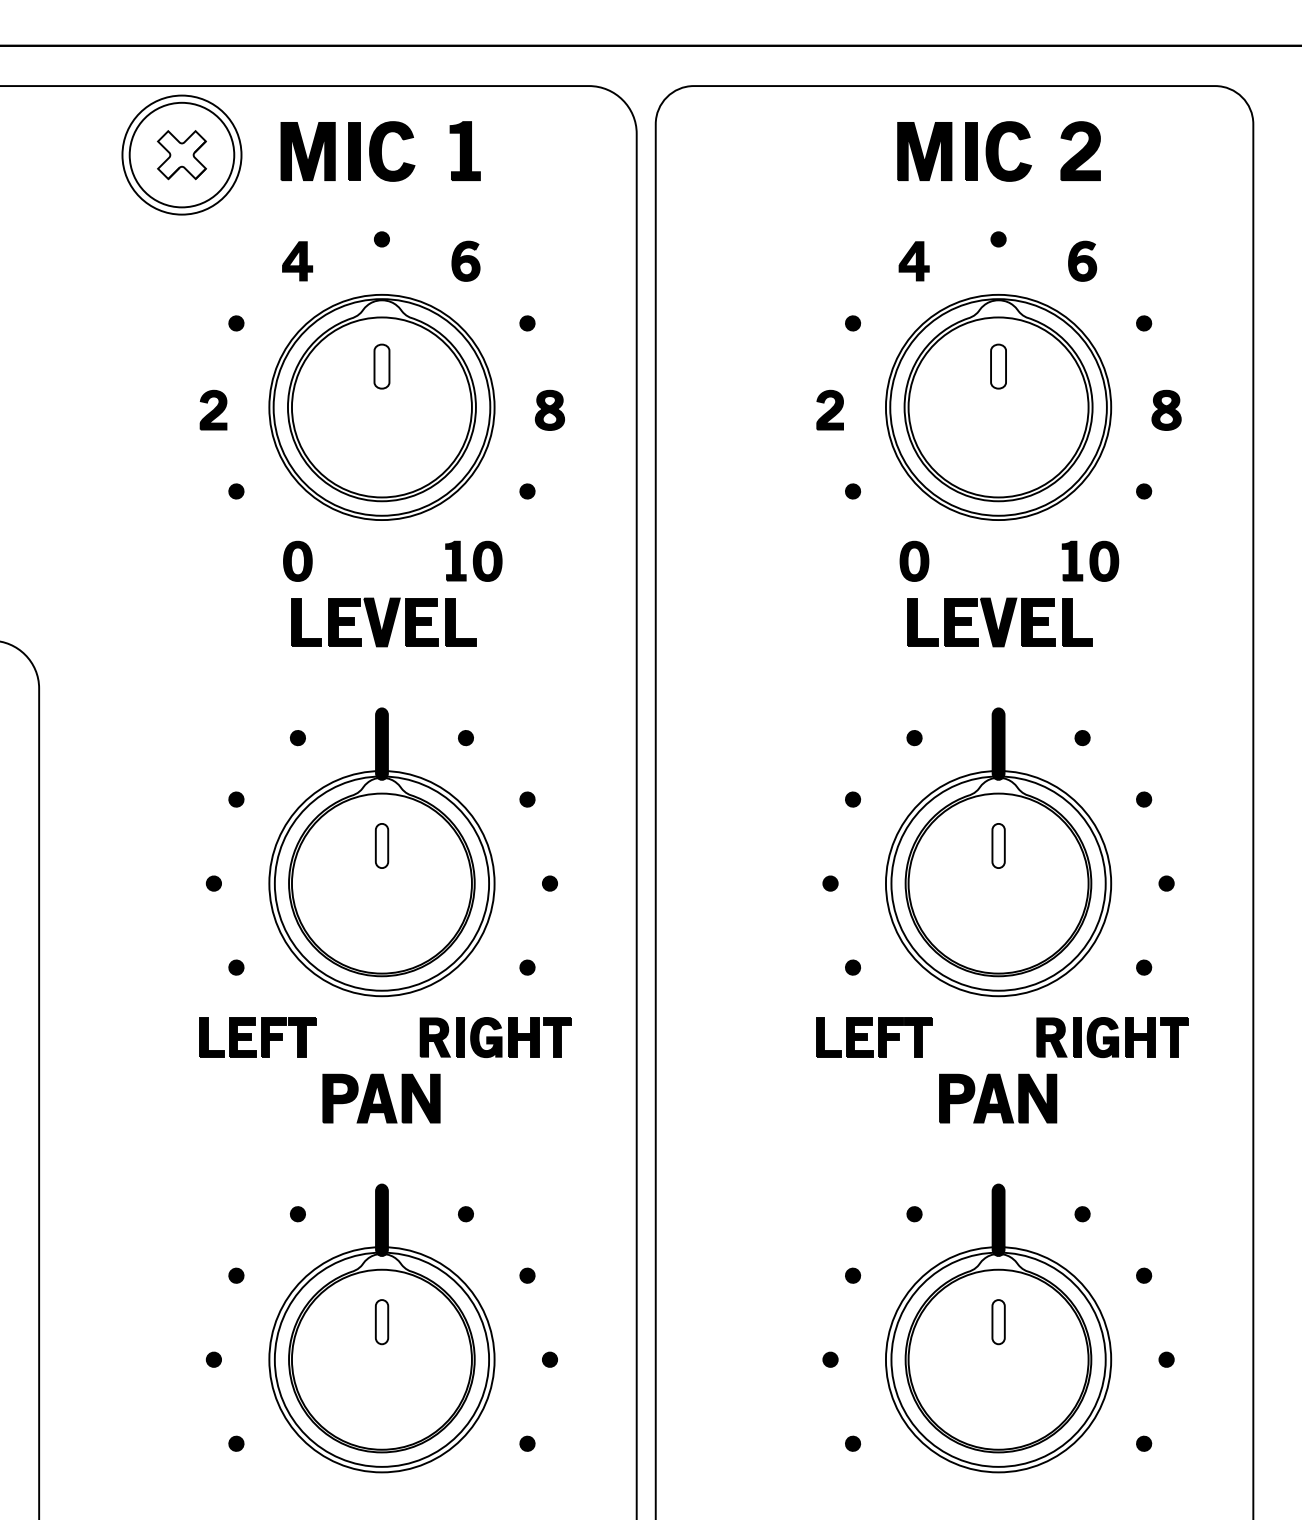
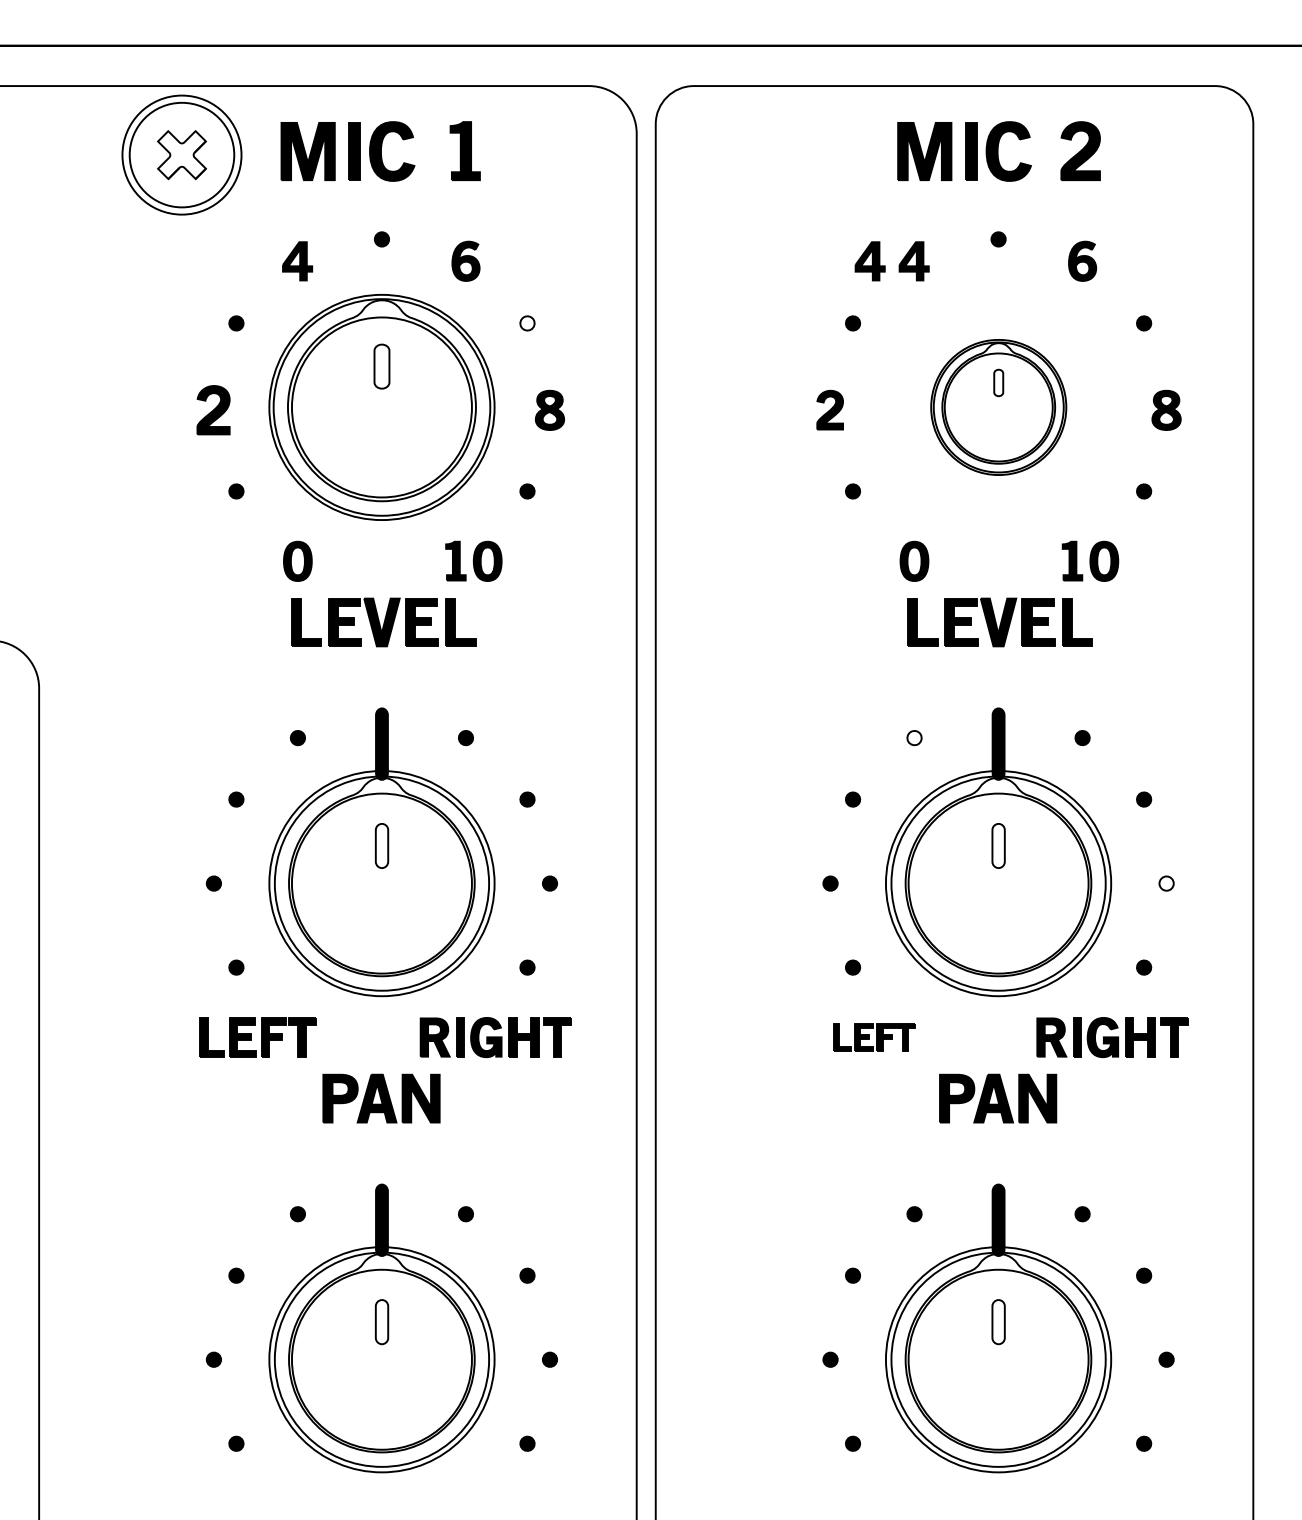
part at (869, 261): none -> present
fill at (527, 323): present -> none
part at (998, 407) size: 228x227 px -> 138x137 px
part at (213, 409) size: 29x42 px -> 35x51 px
fill at (914, 737): present -> none
fill at (1166, 883): present -> none
part at (874, 1037) size: 117x41 px -> 83x29 px
